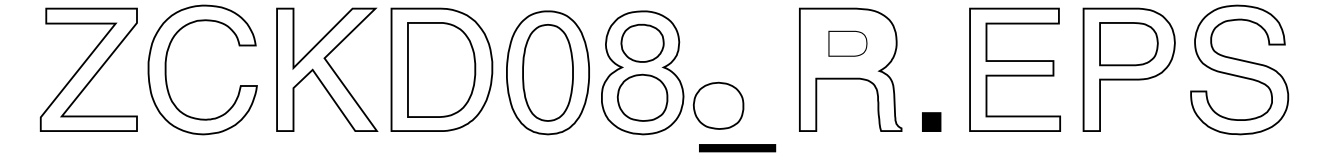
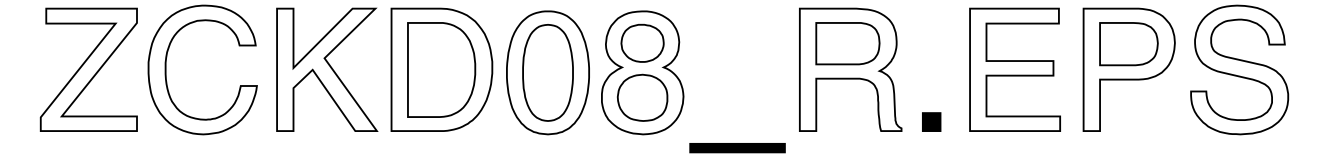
part at (847, 43) size: 40x27 px -> 66x44 px
part at (718, 105): present -> none
part at (737, 148) size: 78x9 px -> 97x11 px
